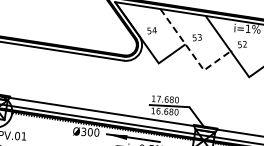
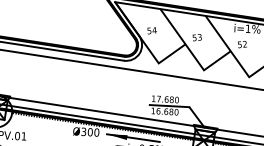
line at (192, 54): dashed -> solid
line at (131, 69): none -> present
